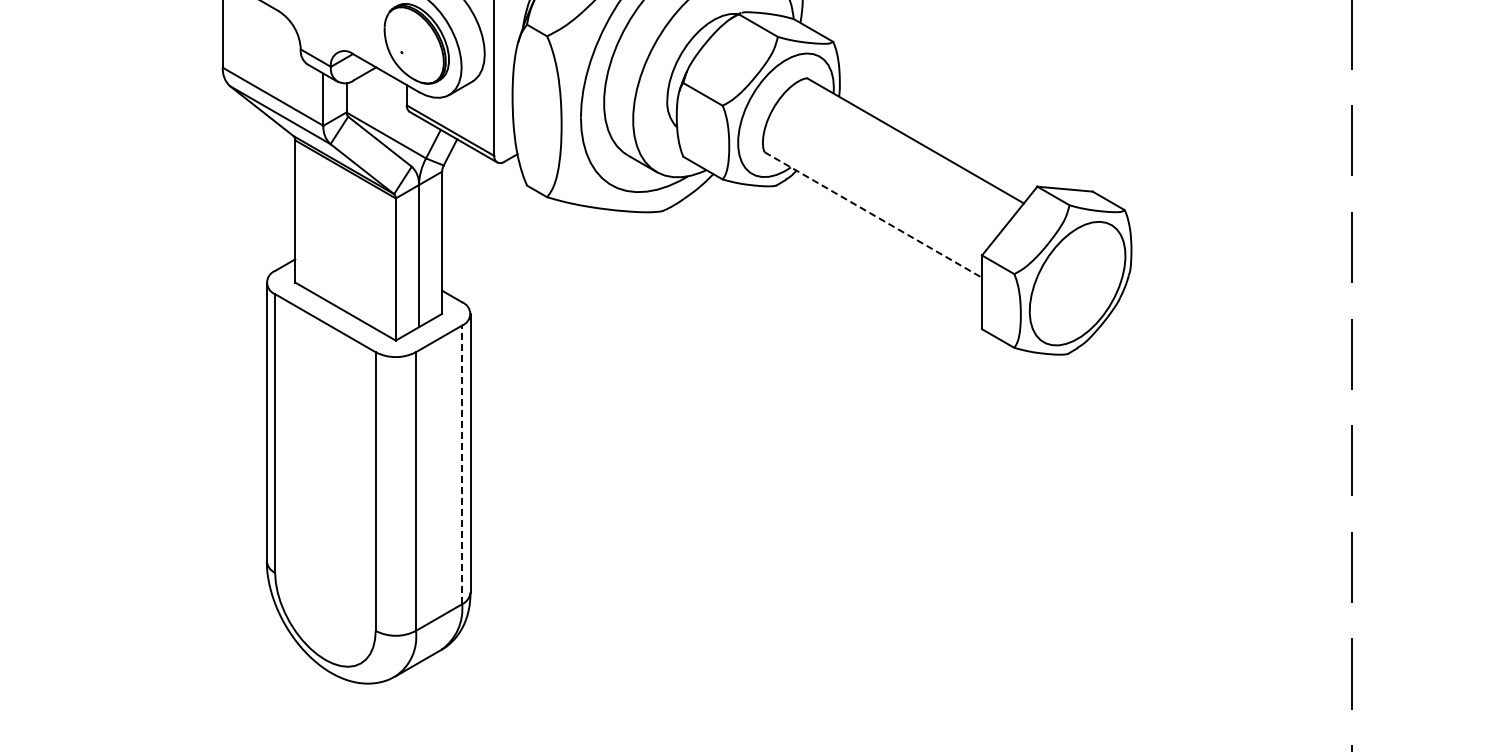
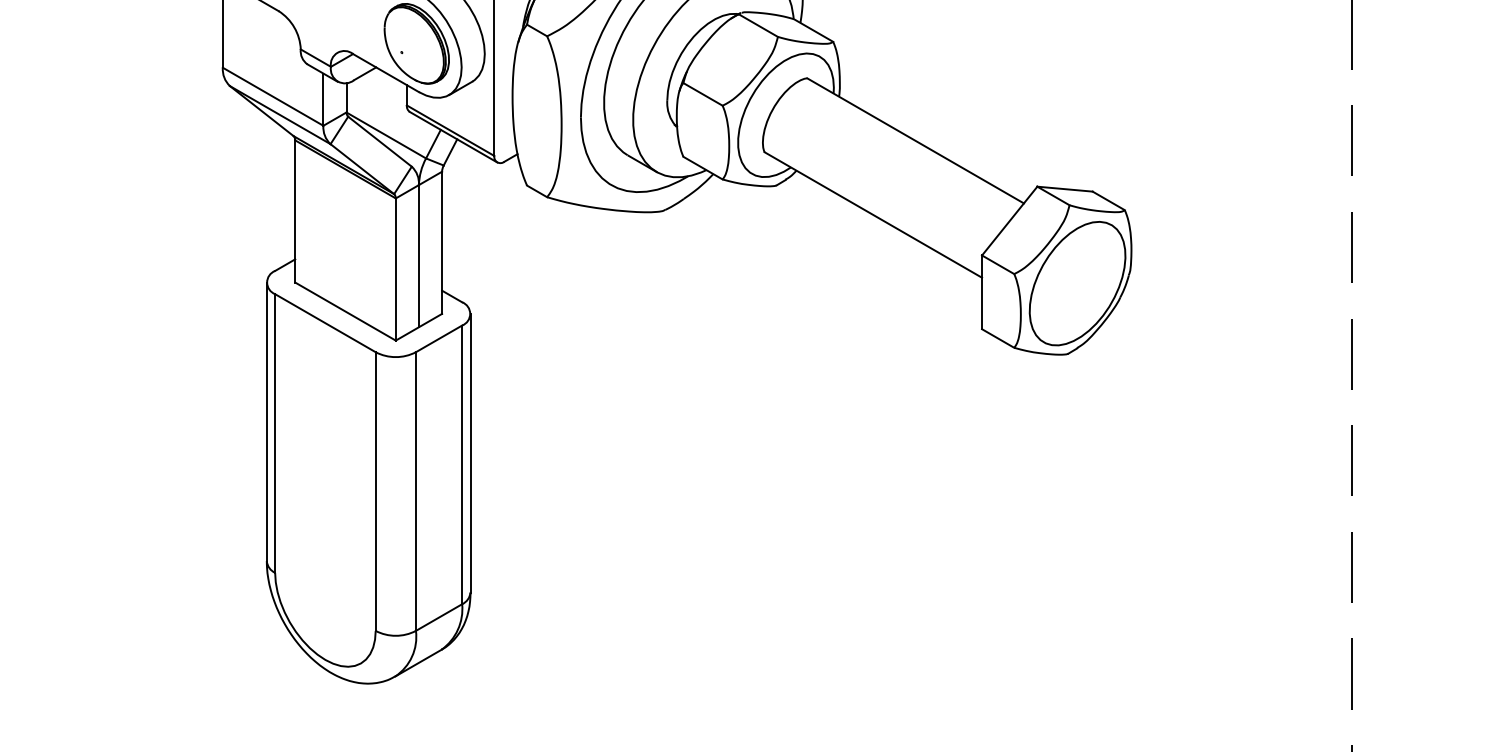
line at (873, 215): dashed -> solid
line at (462, 464): dashed -> solid
